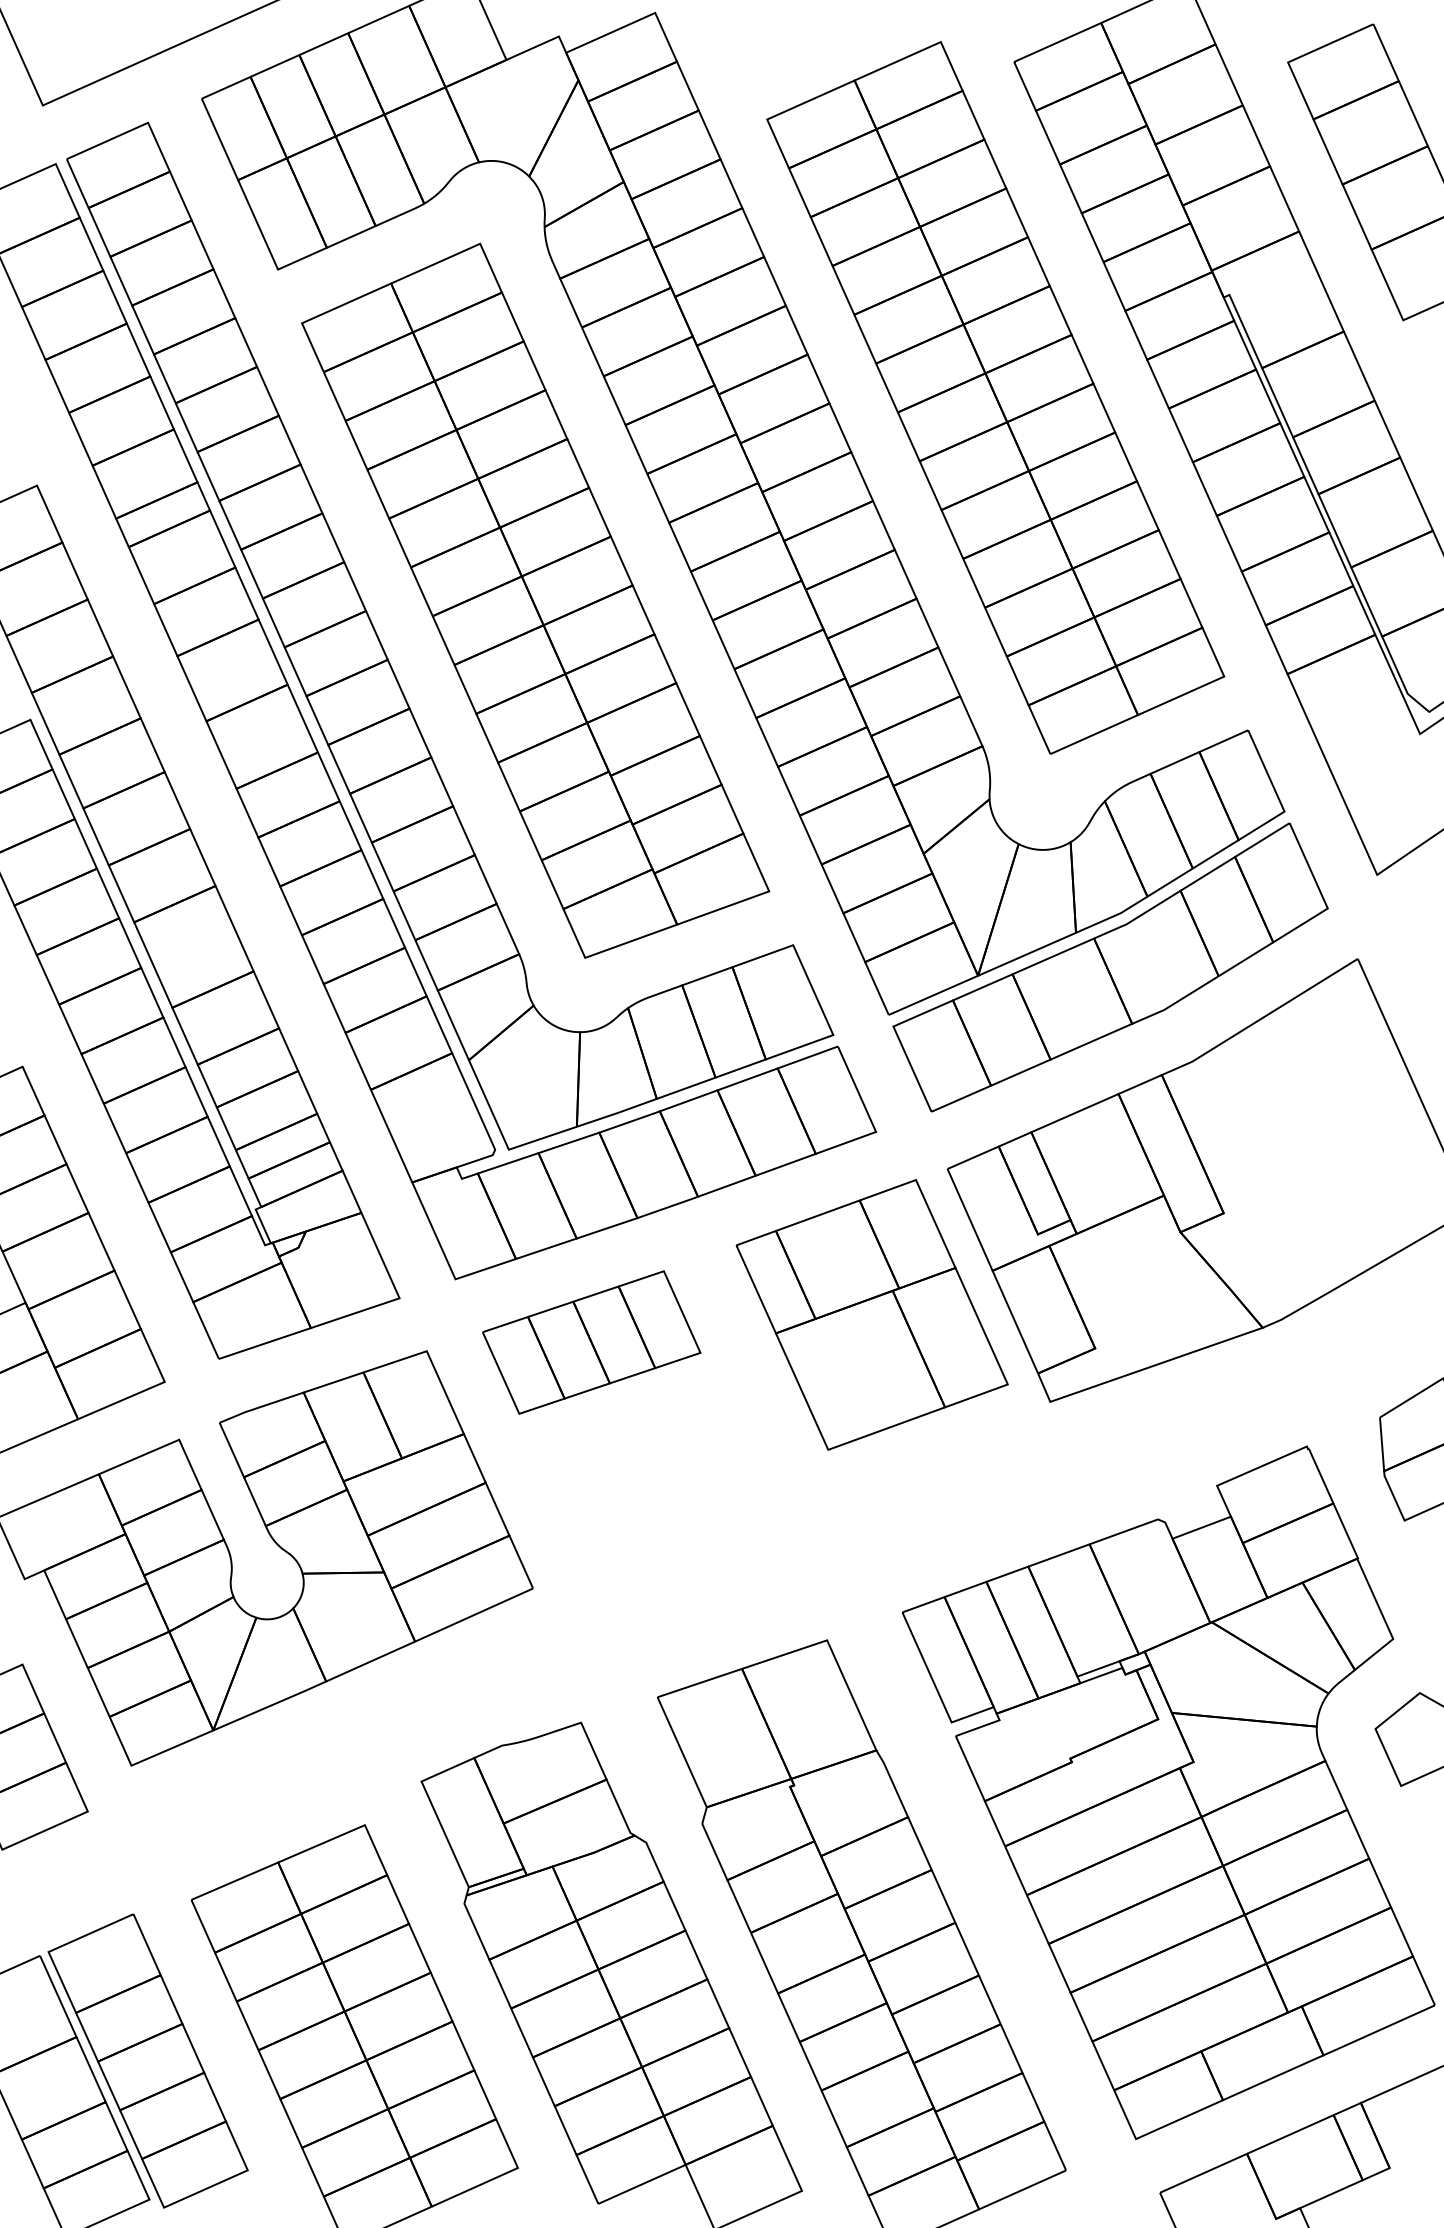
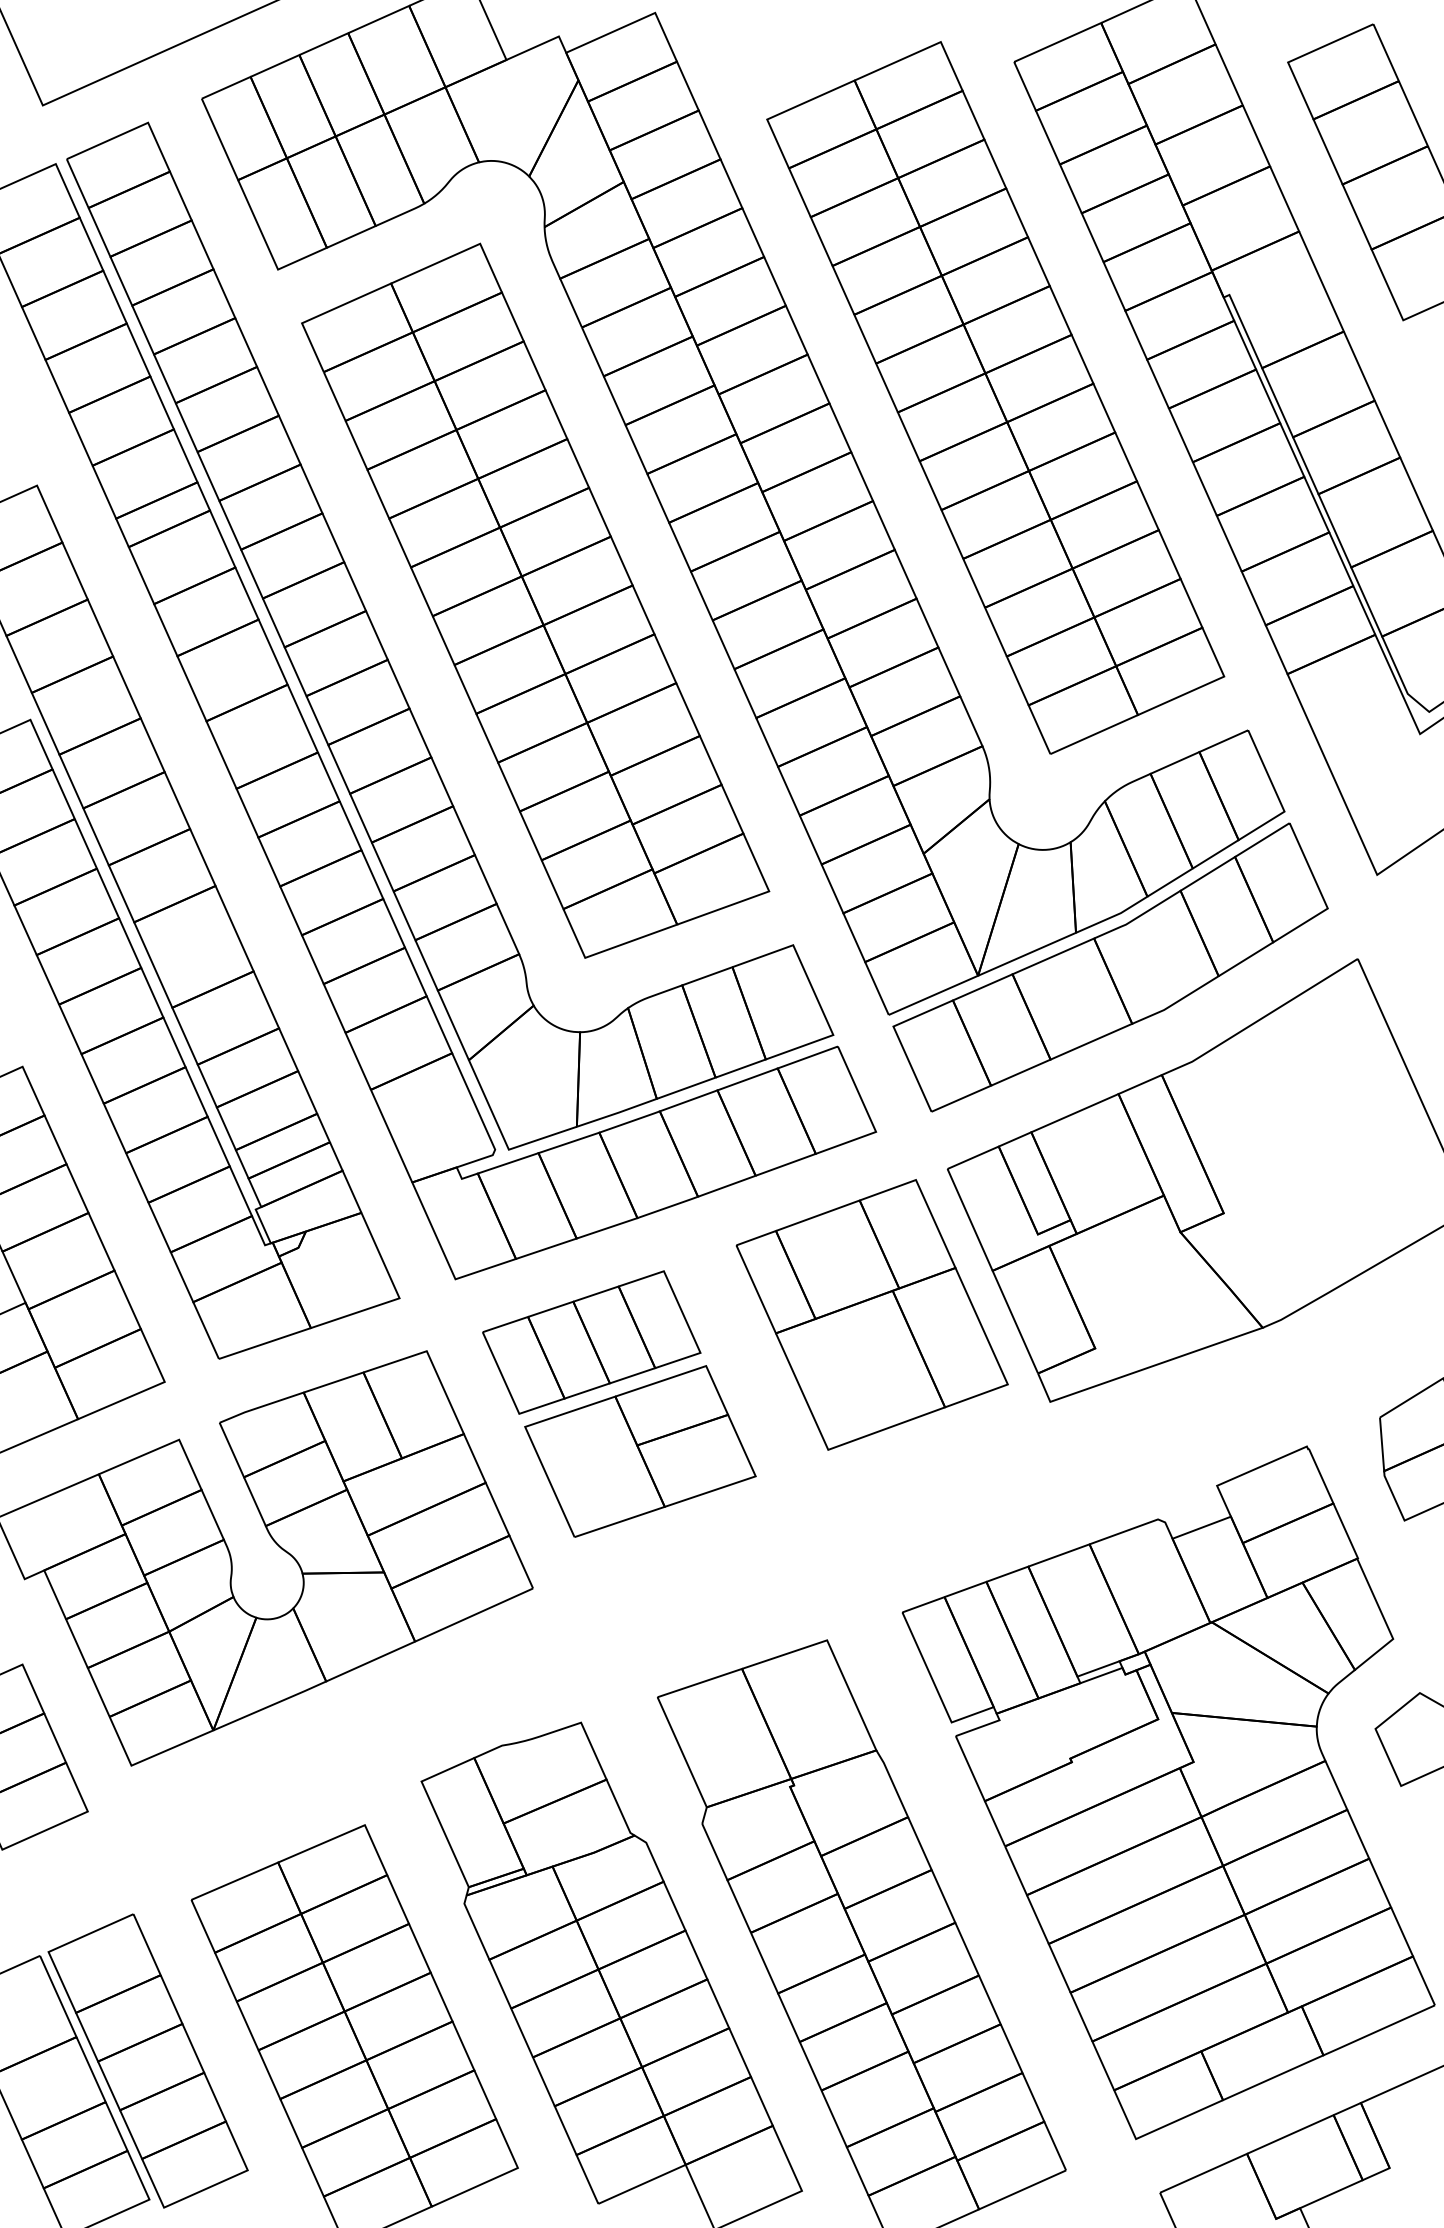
part at (640, 1451): none -> present
